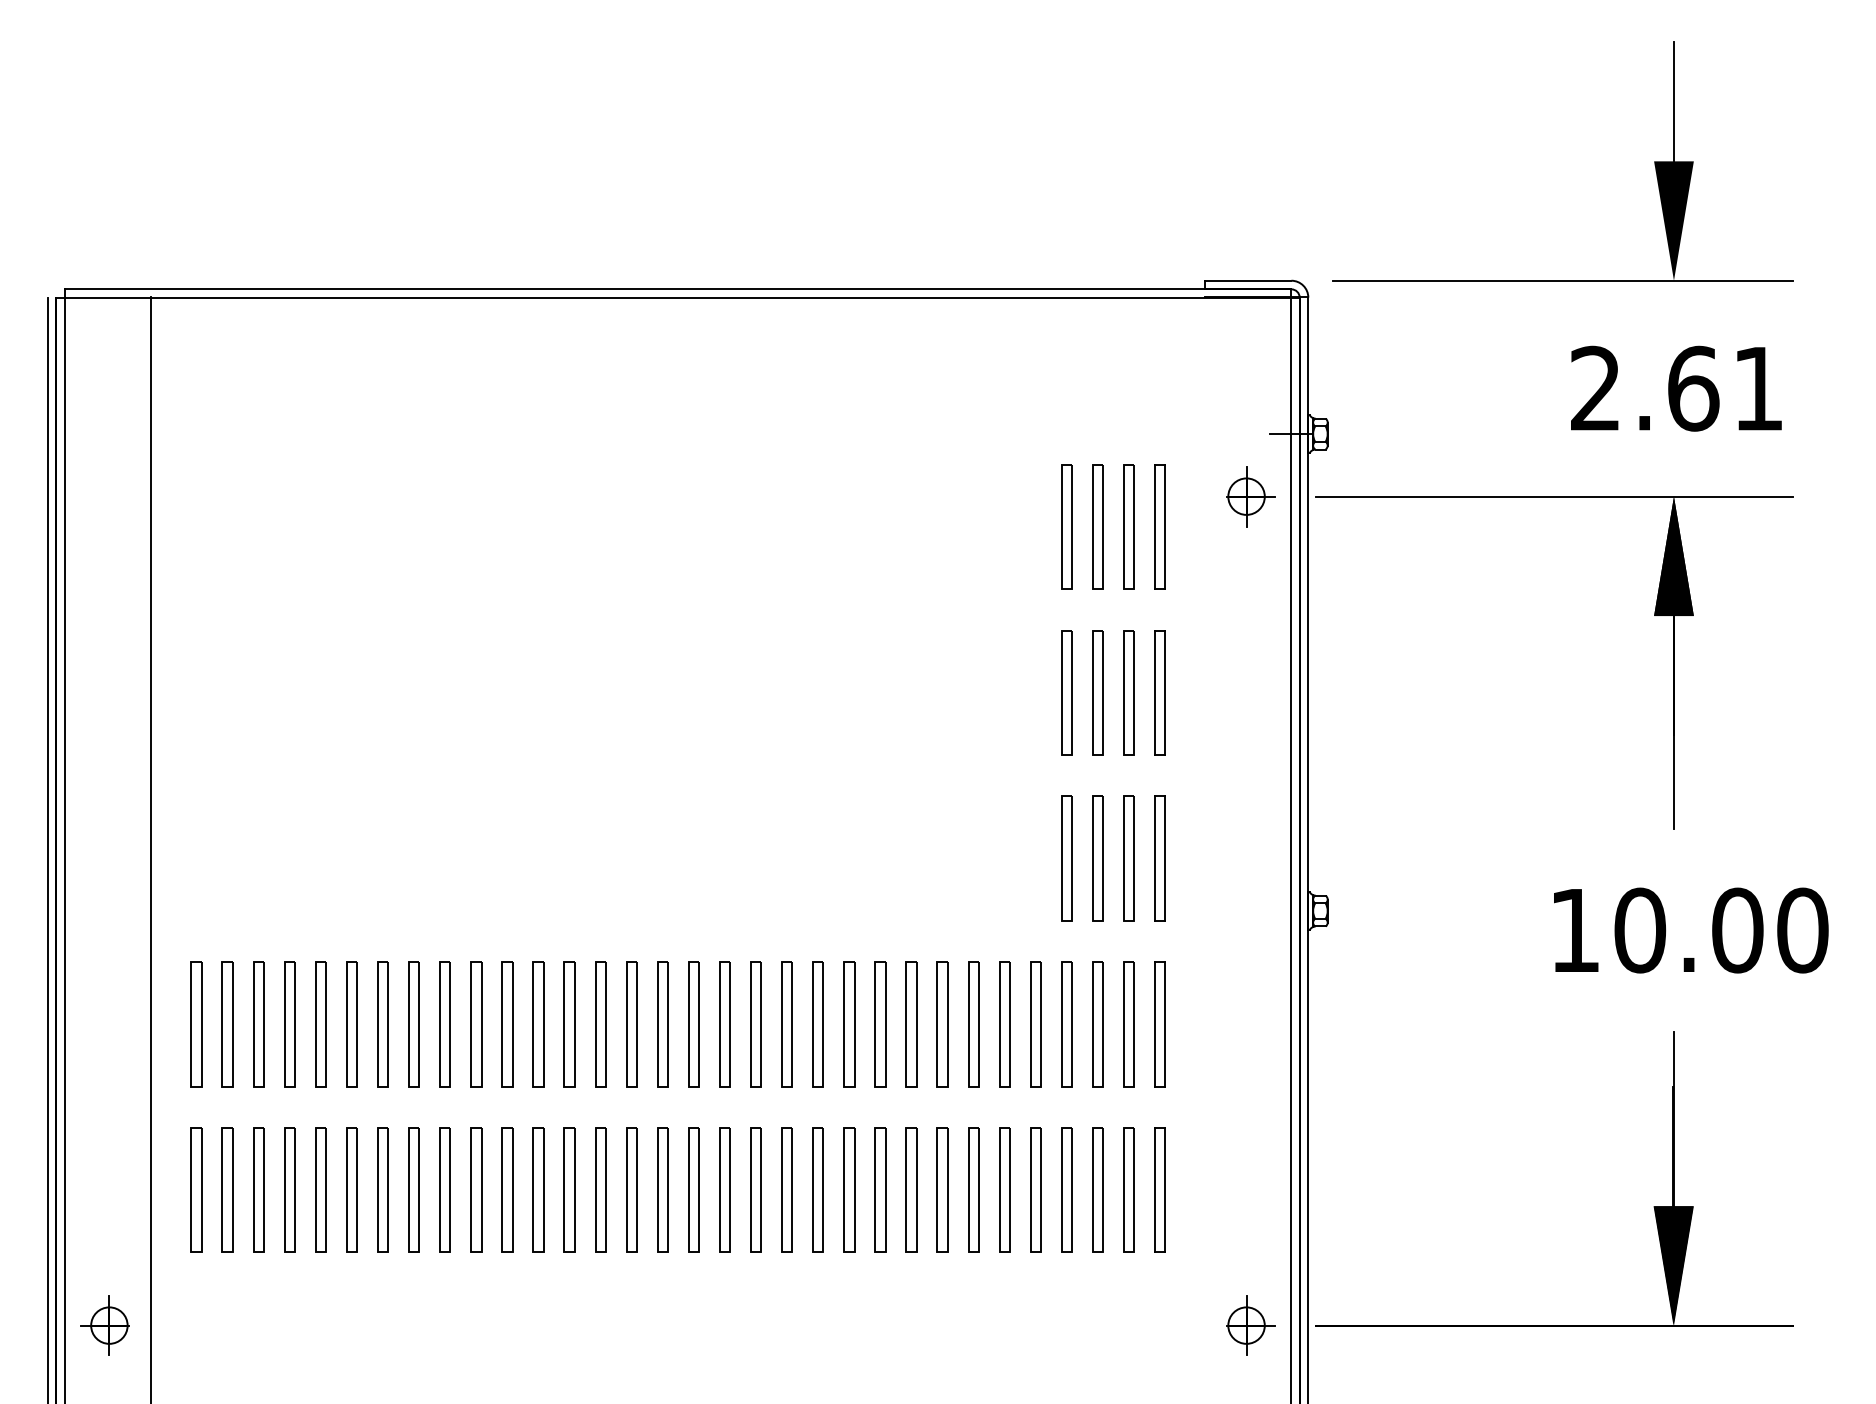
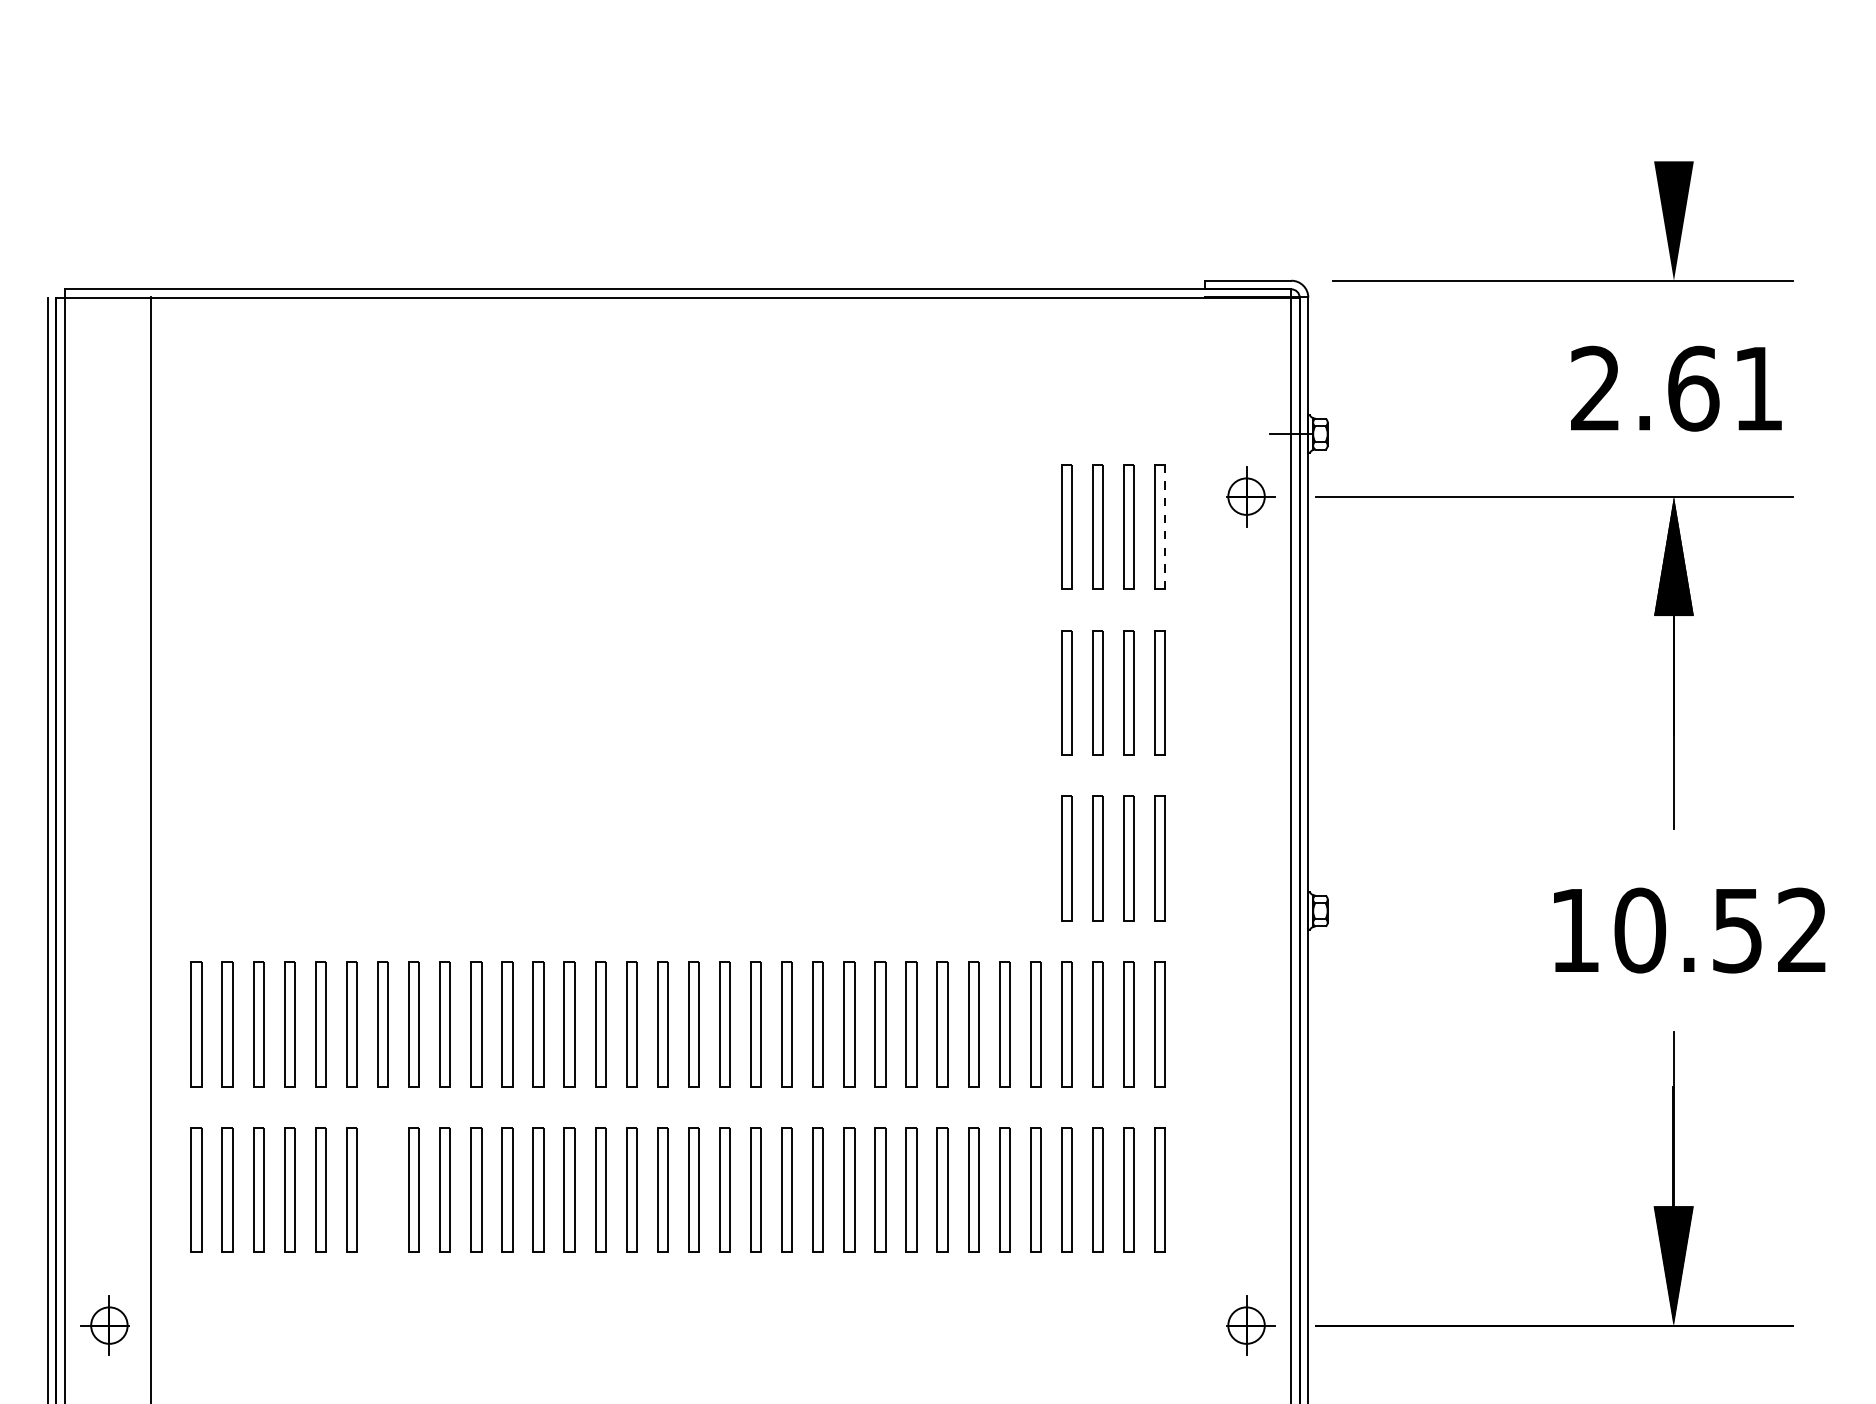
line at (1673, 101): present -> none
line at (1165, 526): solid -> dashed
text at (1770, 930): 10.00 -> 10.52
part at (382, 1189): present -> none
